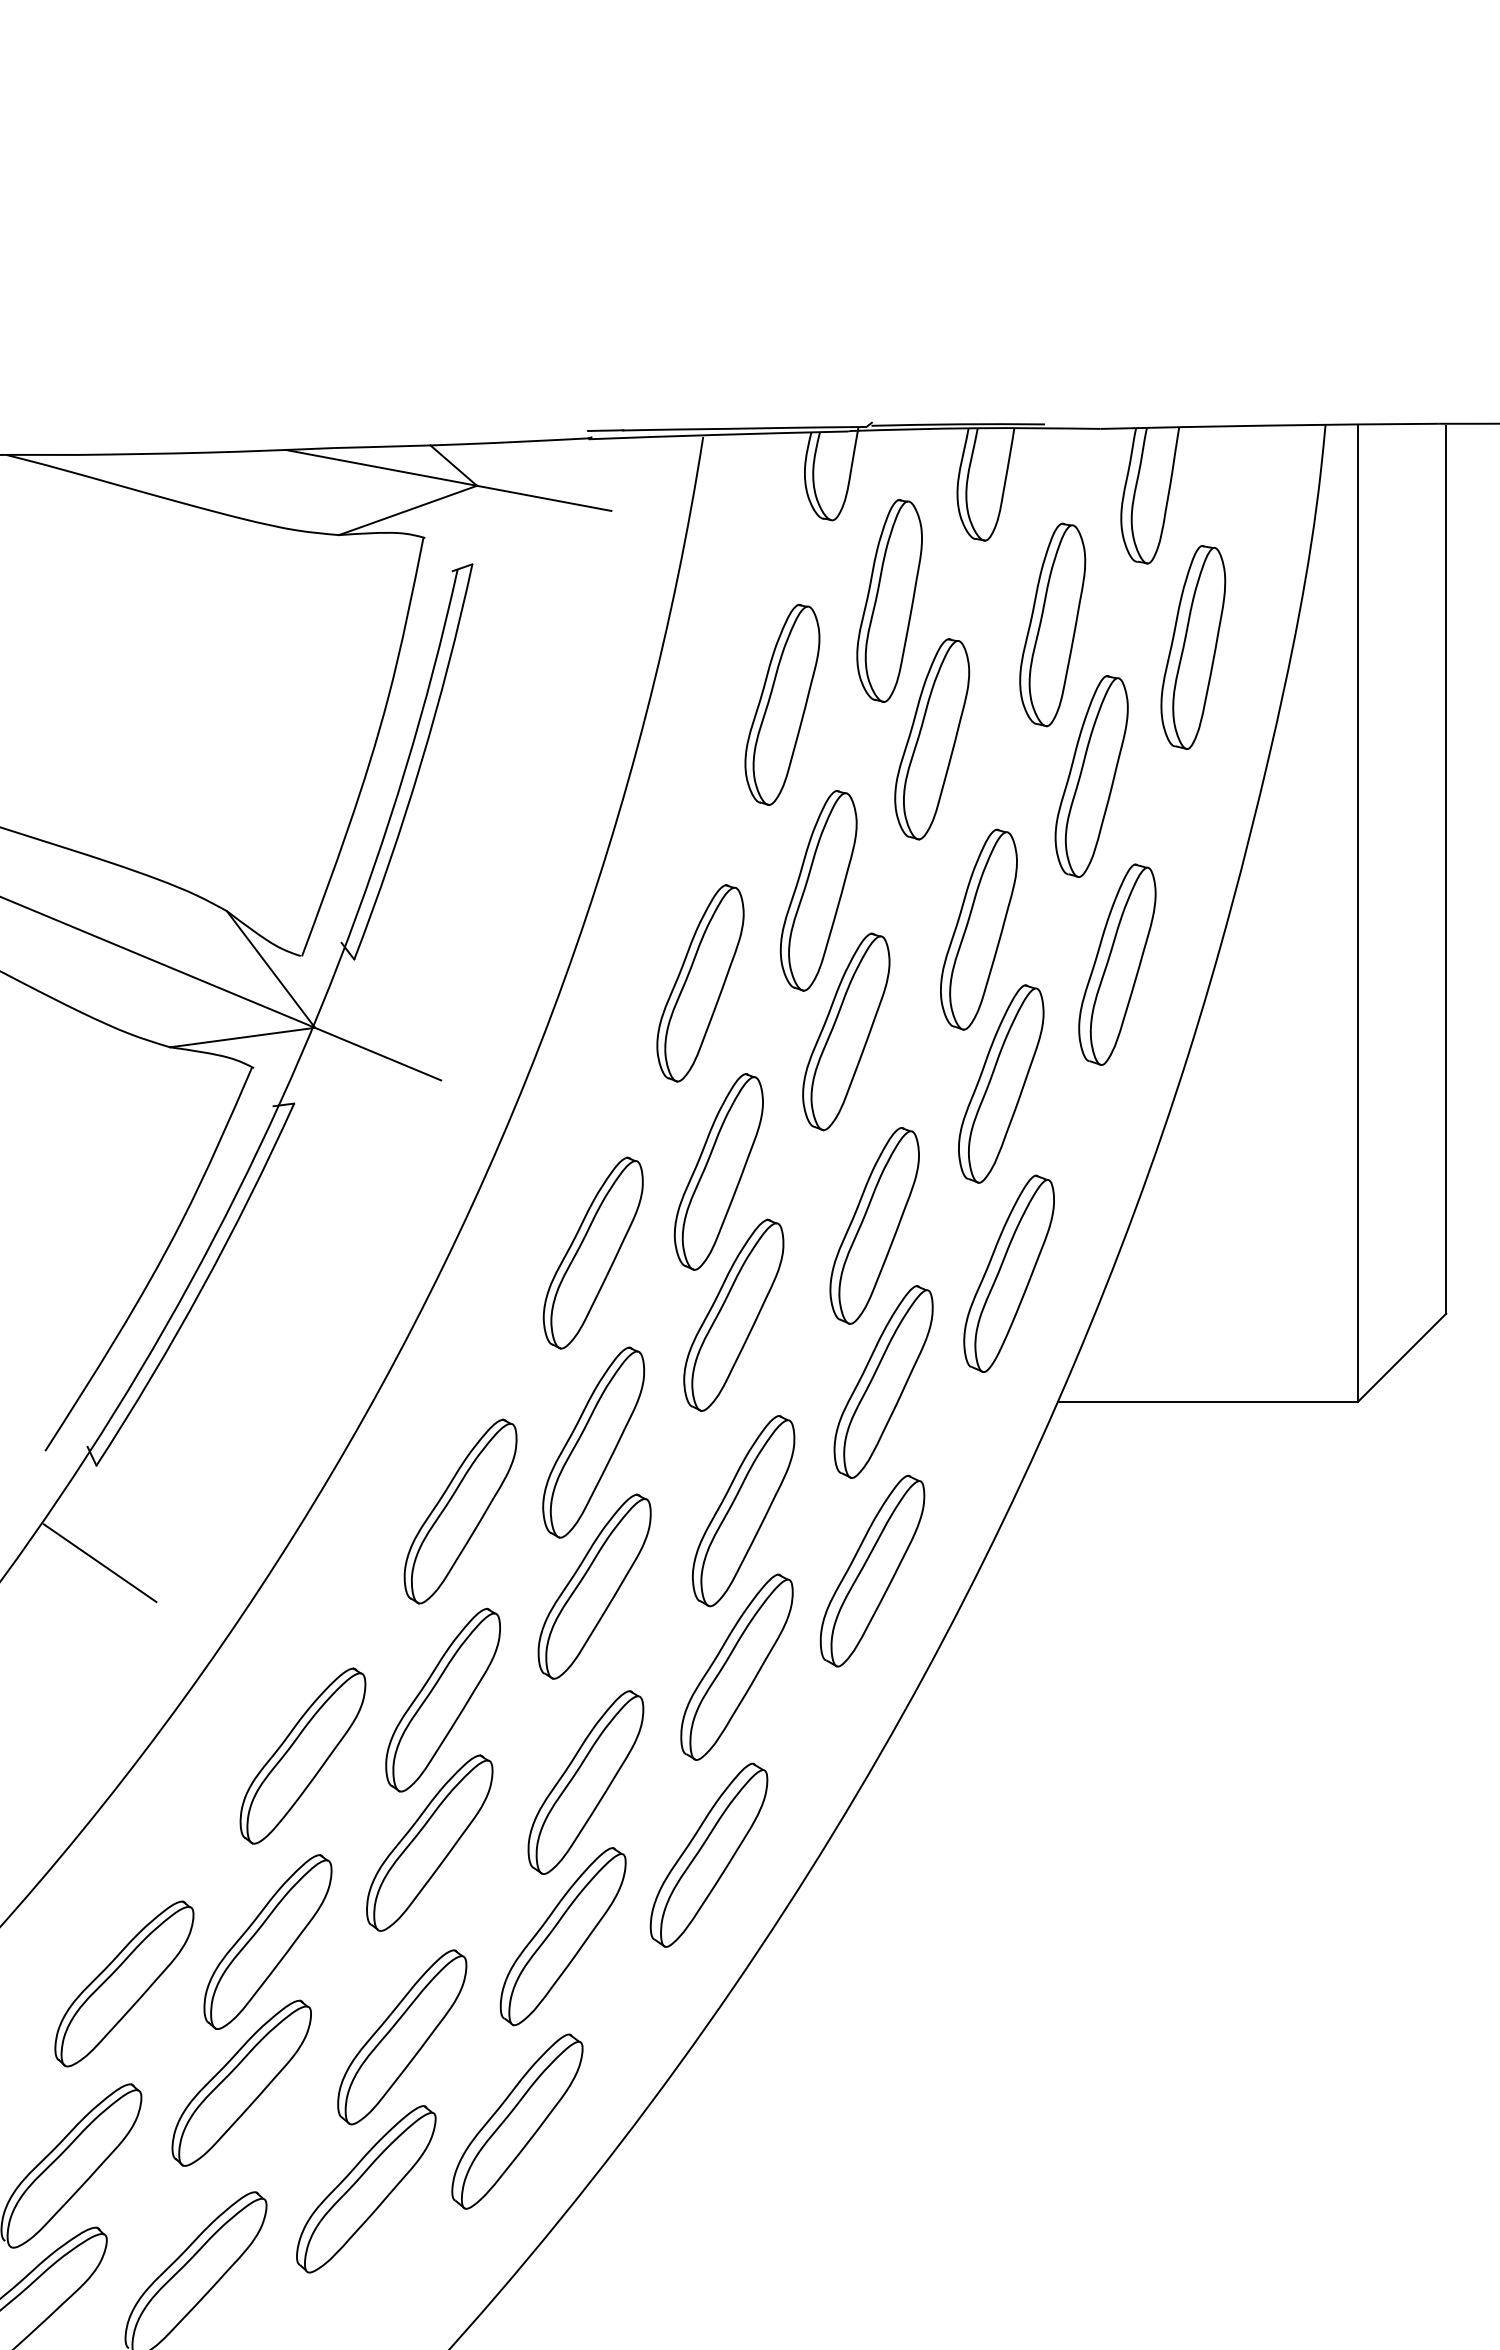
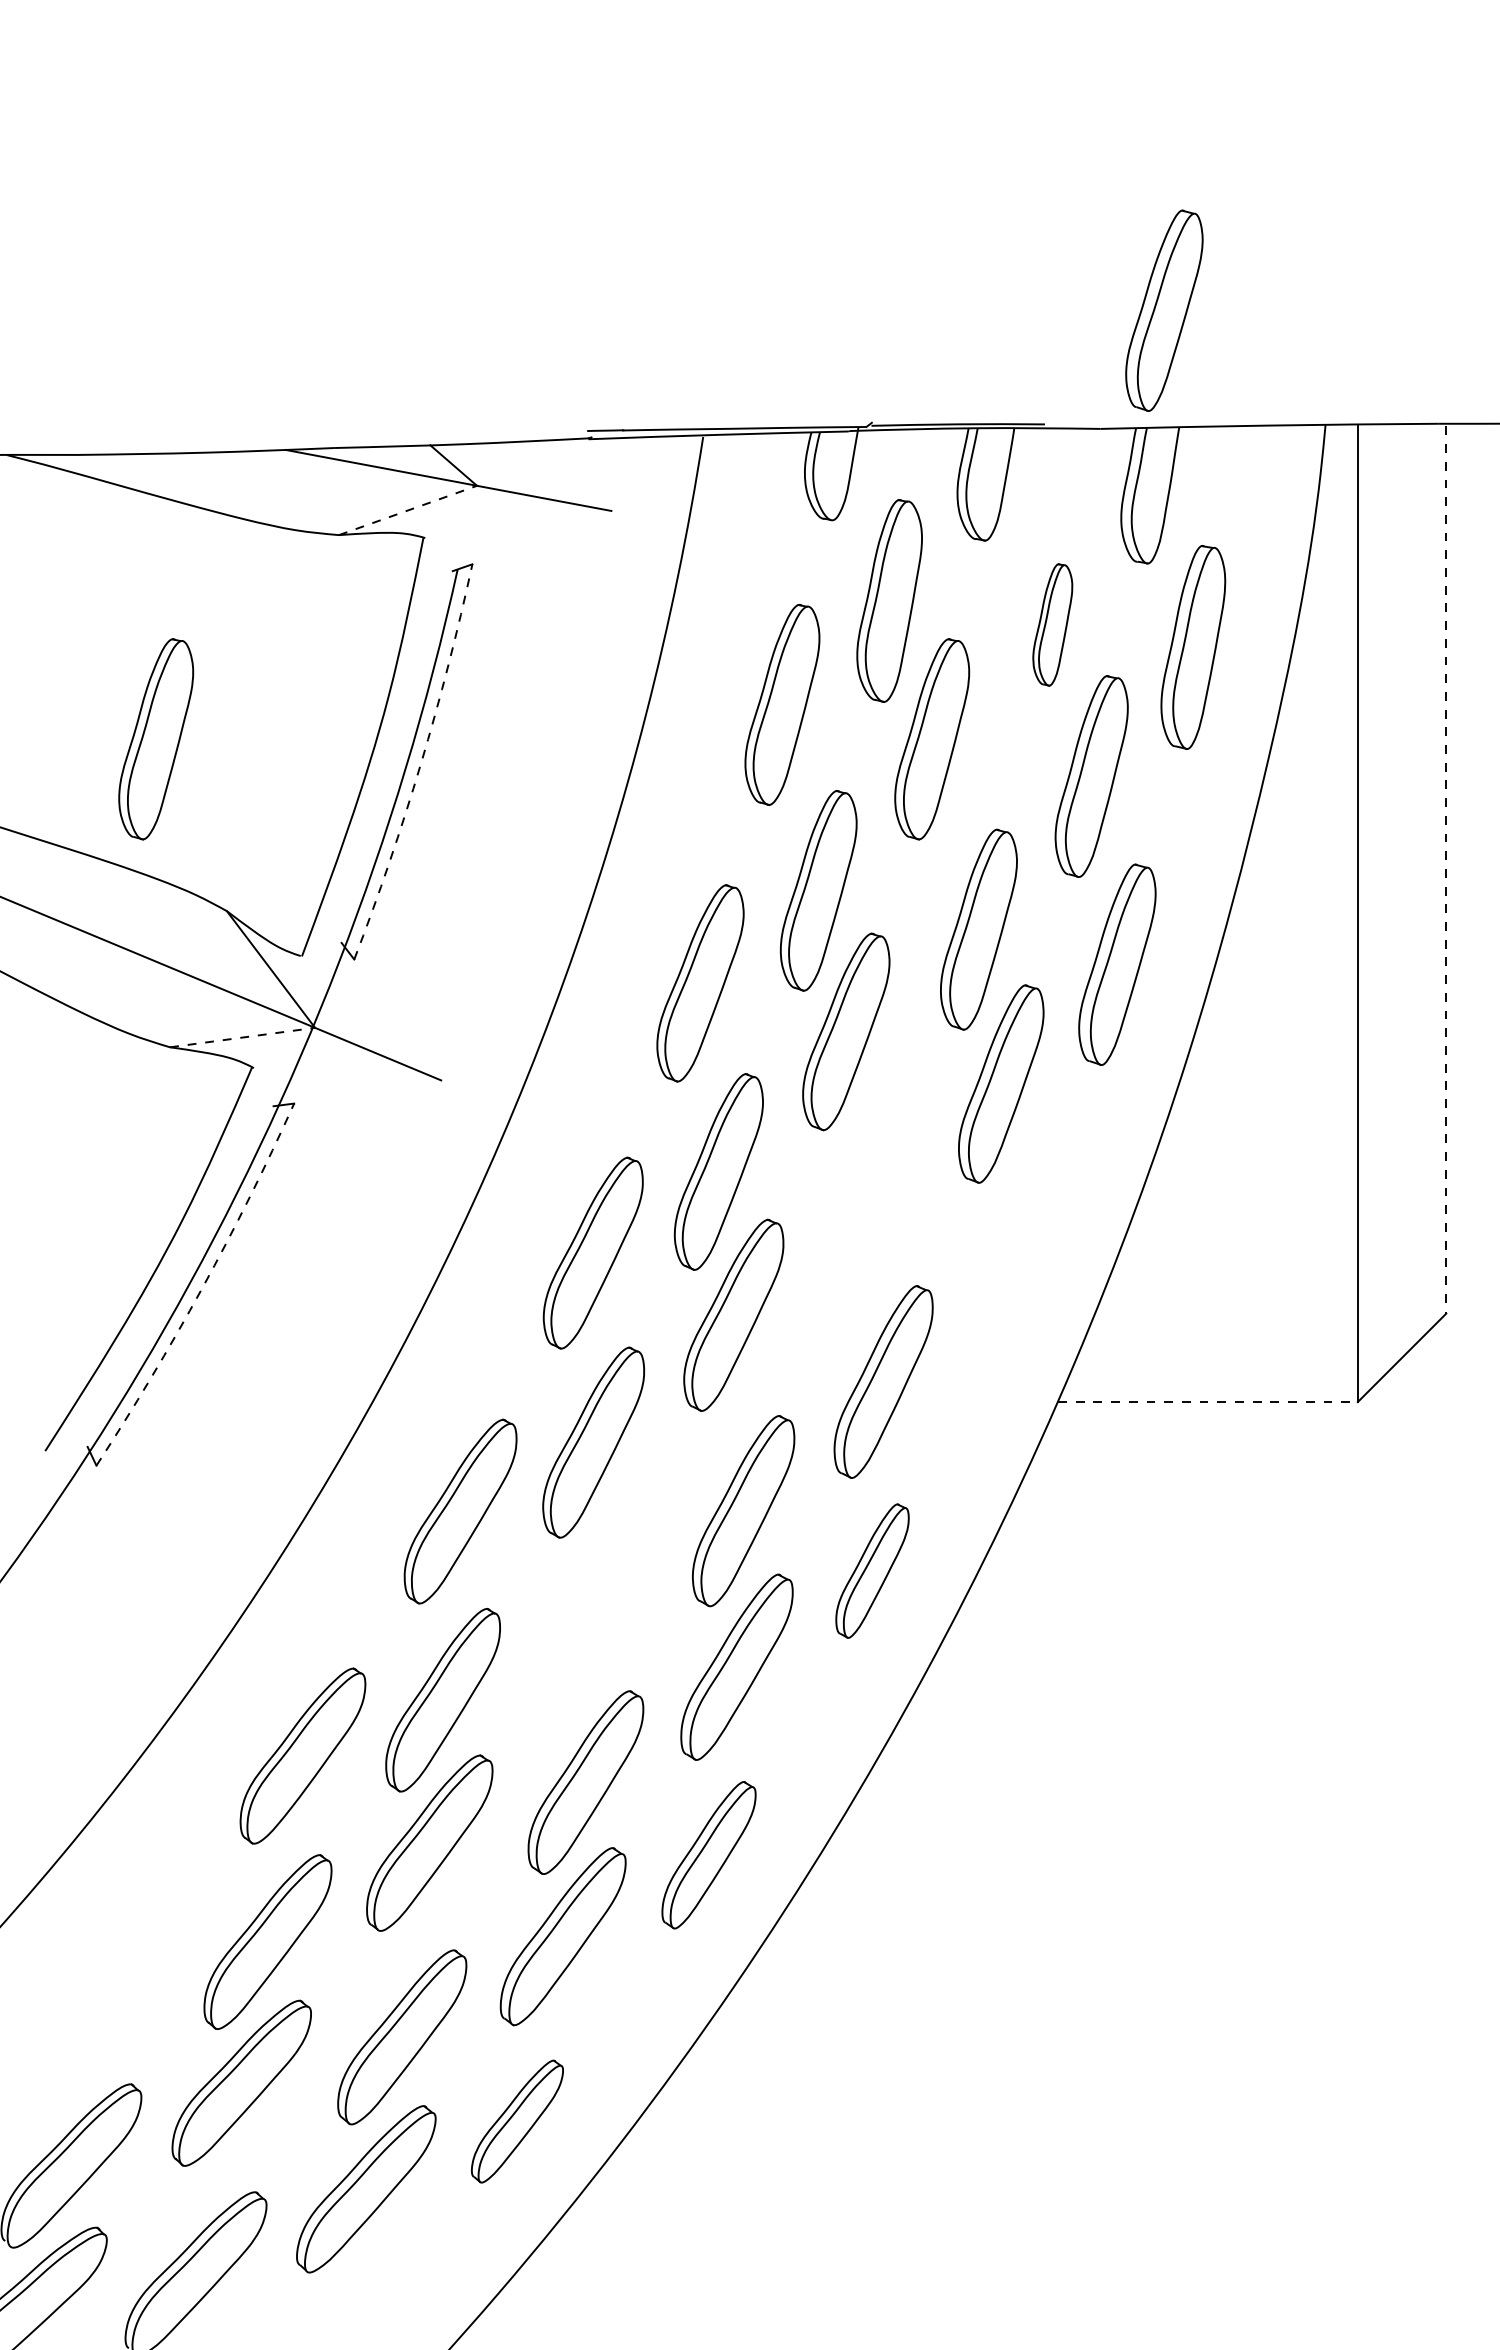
part at (1164, 310): none -> present
line at (408, 510): solid -> dashed
part at (1052, 624) size: 68x206 px -> 42x124 px
part at (156, 739): none -> present
arc at (420, 764): solid -> dashed
line at (1446, 870): solid -> dashed
line at (243, 1037): solid -> dashed
part at (874, 1225): present -> none
part at (1008, 1273): present -> none
arc at (202, 1288): solid -> dashed
line at (1207, 1402): solid -> dashed
line at (99, 1562): present -> none
part at (872, 1570) size: 107x194 px -> 75x136 px
part at (594, 1586): present -> none
part at (708, 1854) size: 120x186 px -> 96x149 px
part at (124, 1983): present -> none
part at (517, 2121) size: 133x177 px -> 93x125 px
